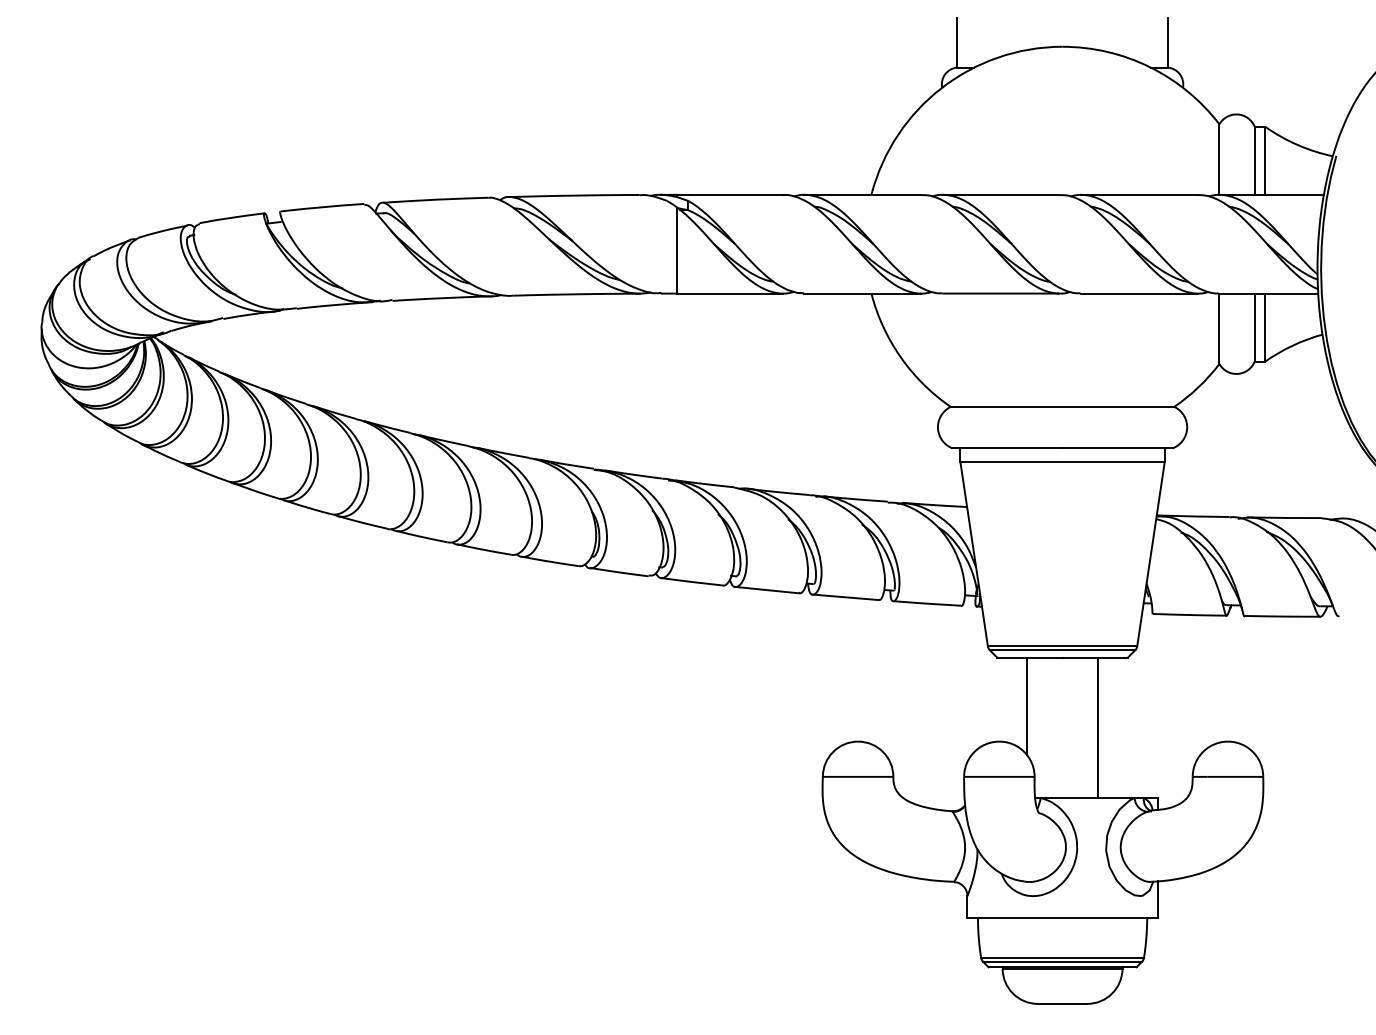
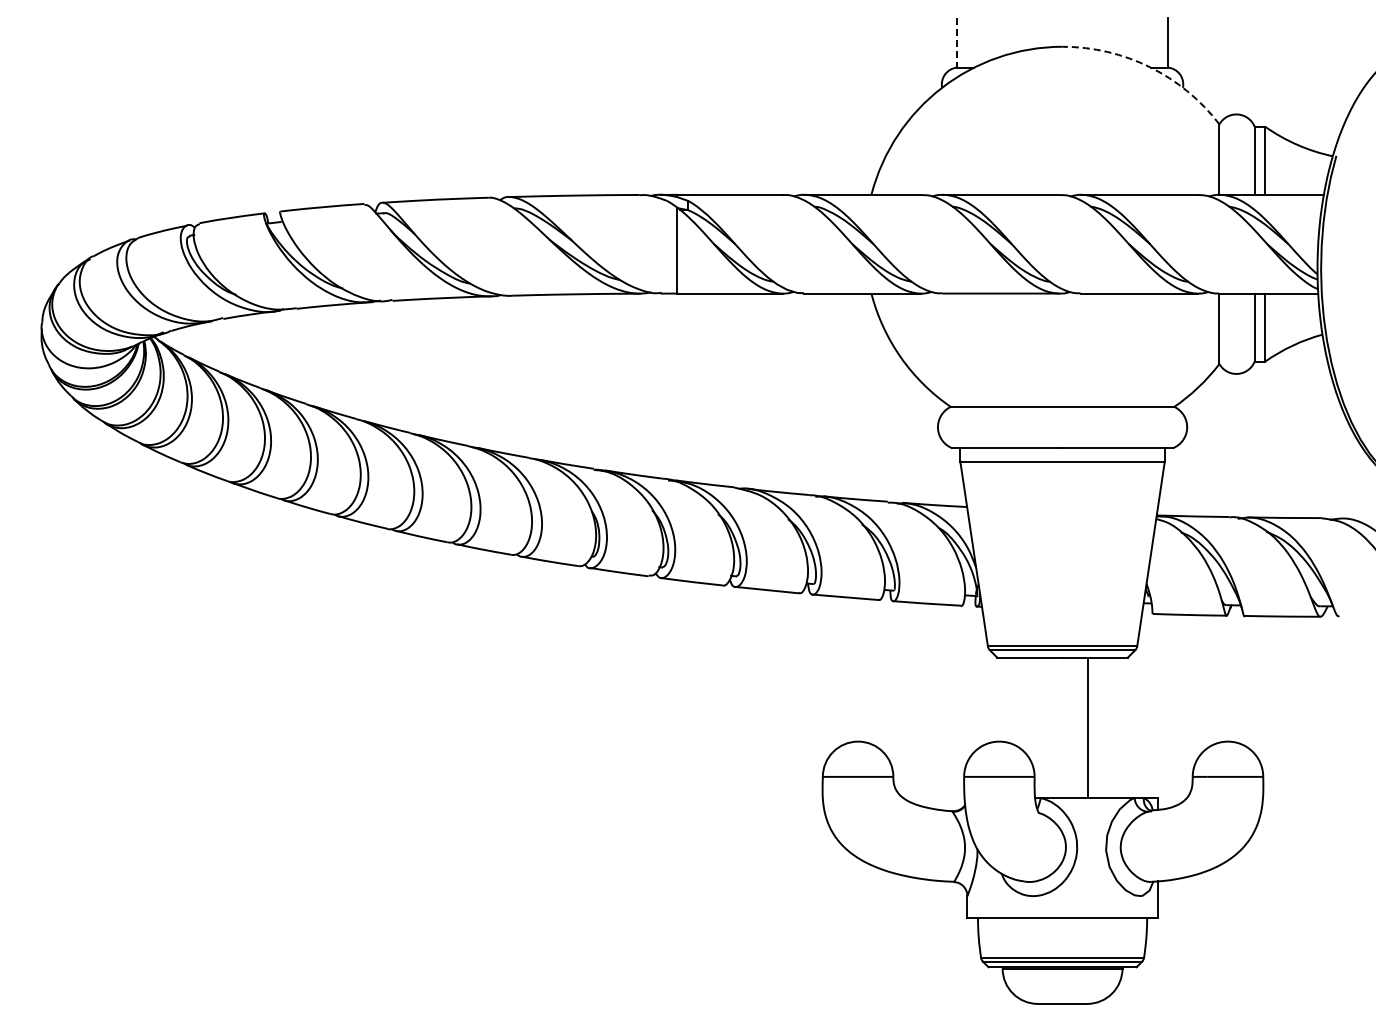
line at (957, 42): solid -> dashed
arc at (1150, 67): solid -> dashed
line at (1027, 706): present -> none
line at (1097, 727) position: (1097, 727) -> (1087, 727)
